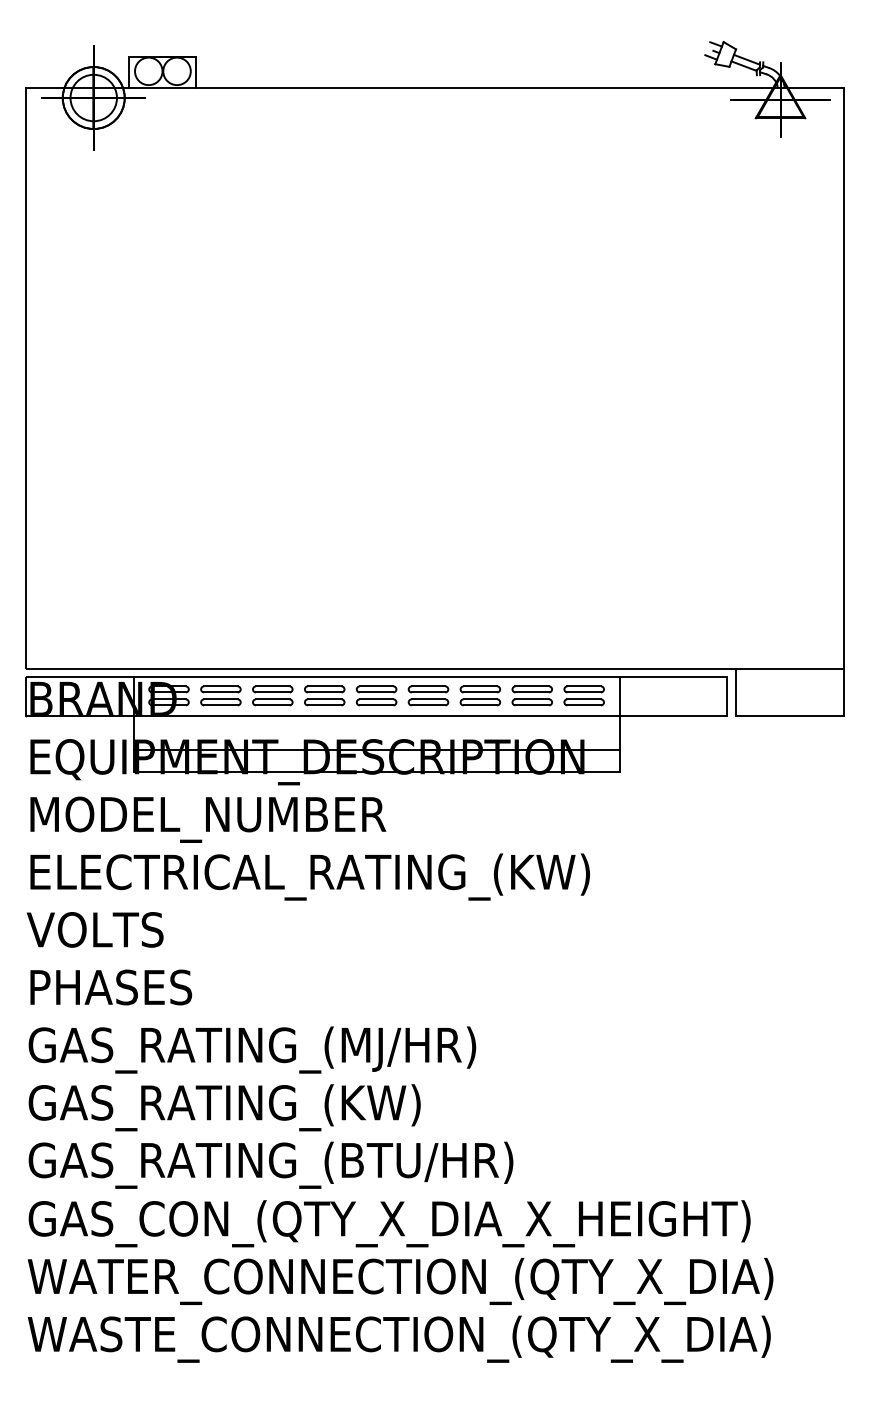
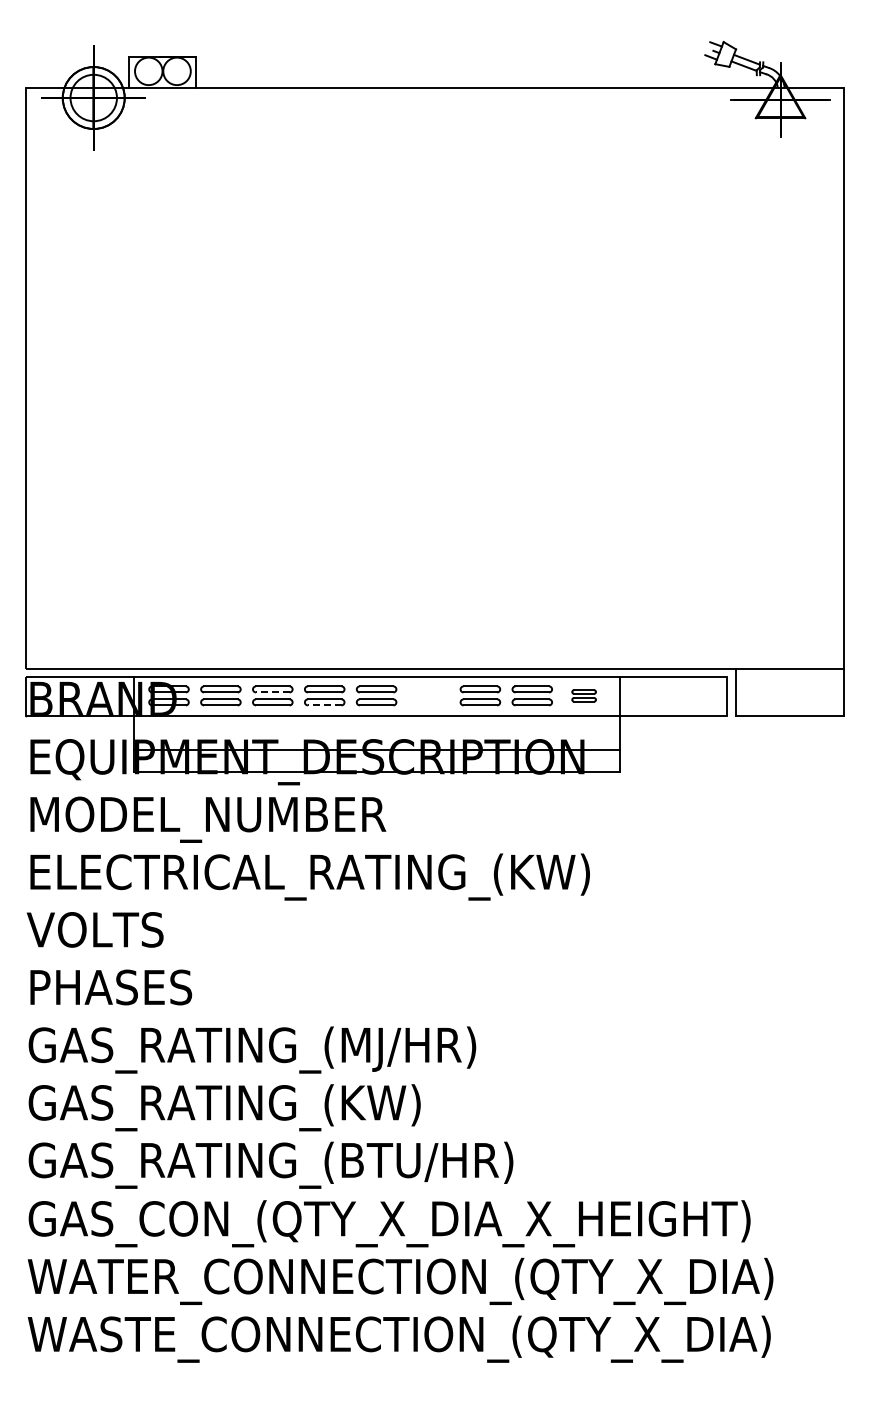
line at (272, 692): solid -> dashed
part at (428, 695): present -> none
part at (583, 695) size: 42x22 px -> 26x14 px
line at (324, 705): solid -> dashed
